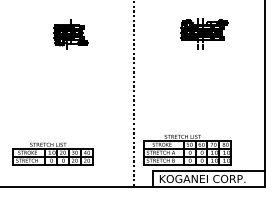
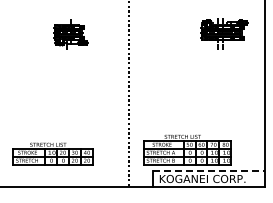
part at (204, 33) position: (204, 33) -> (224, 33)
line at (134, 94) position: (134, 94) -> (129, 94)
line at (208, 171): solid -> dashed
